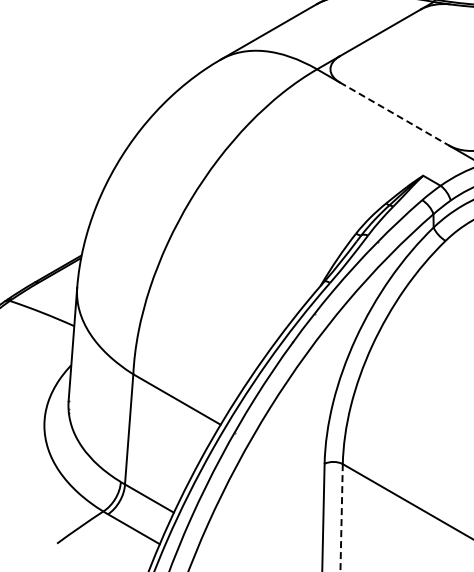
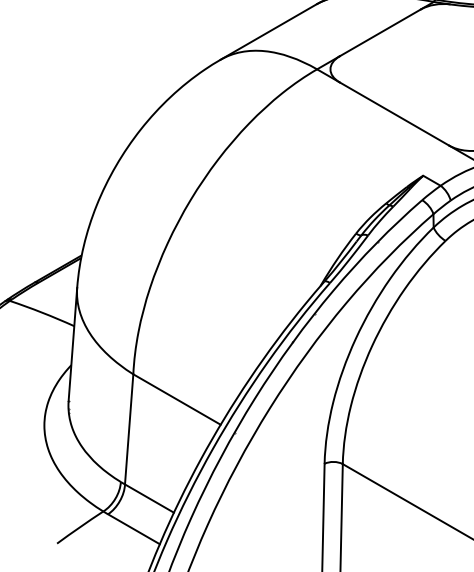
line at (394, 114): dashed -> solid
line at (341, 517): dashed -> solid
